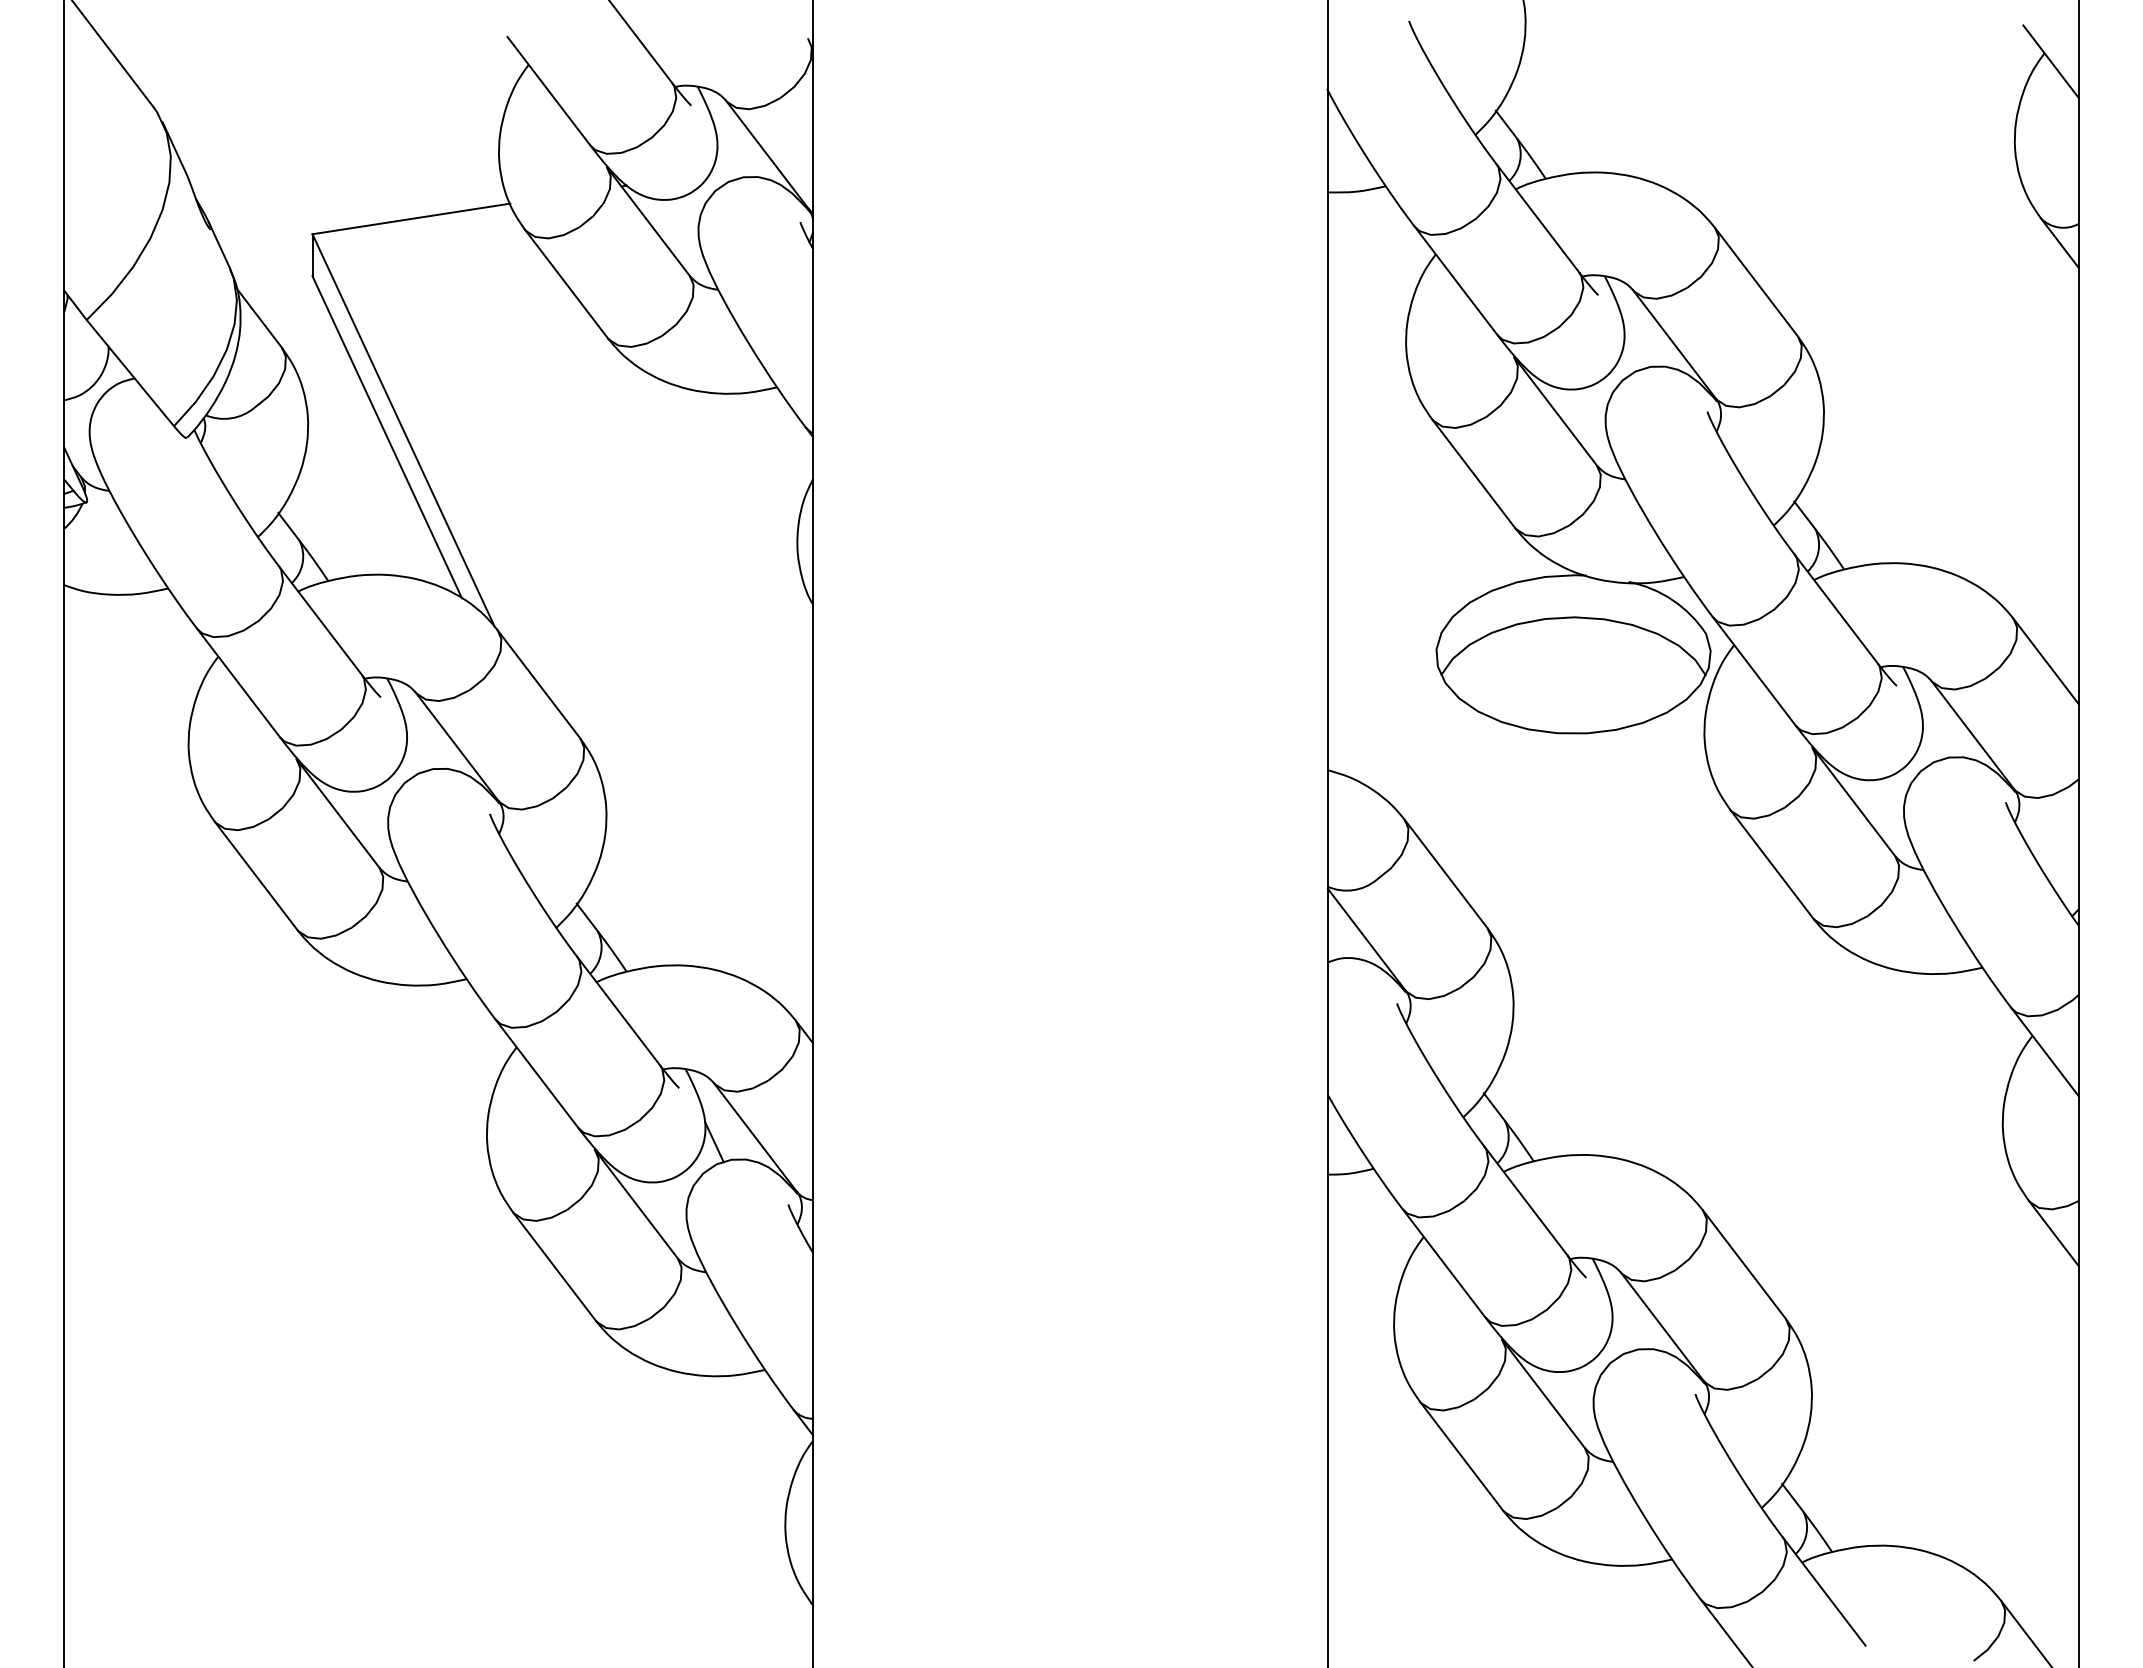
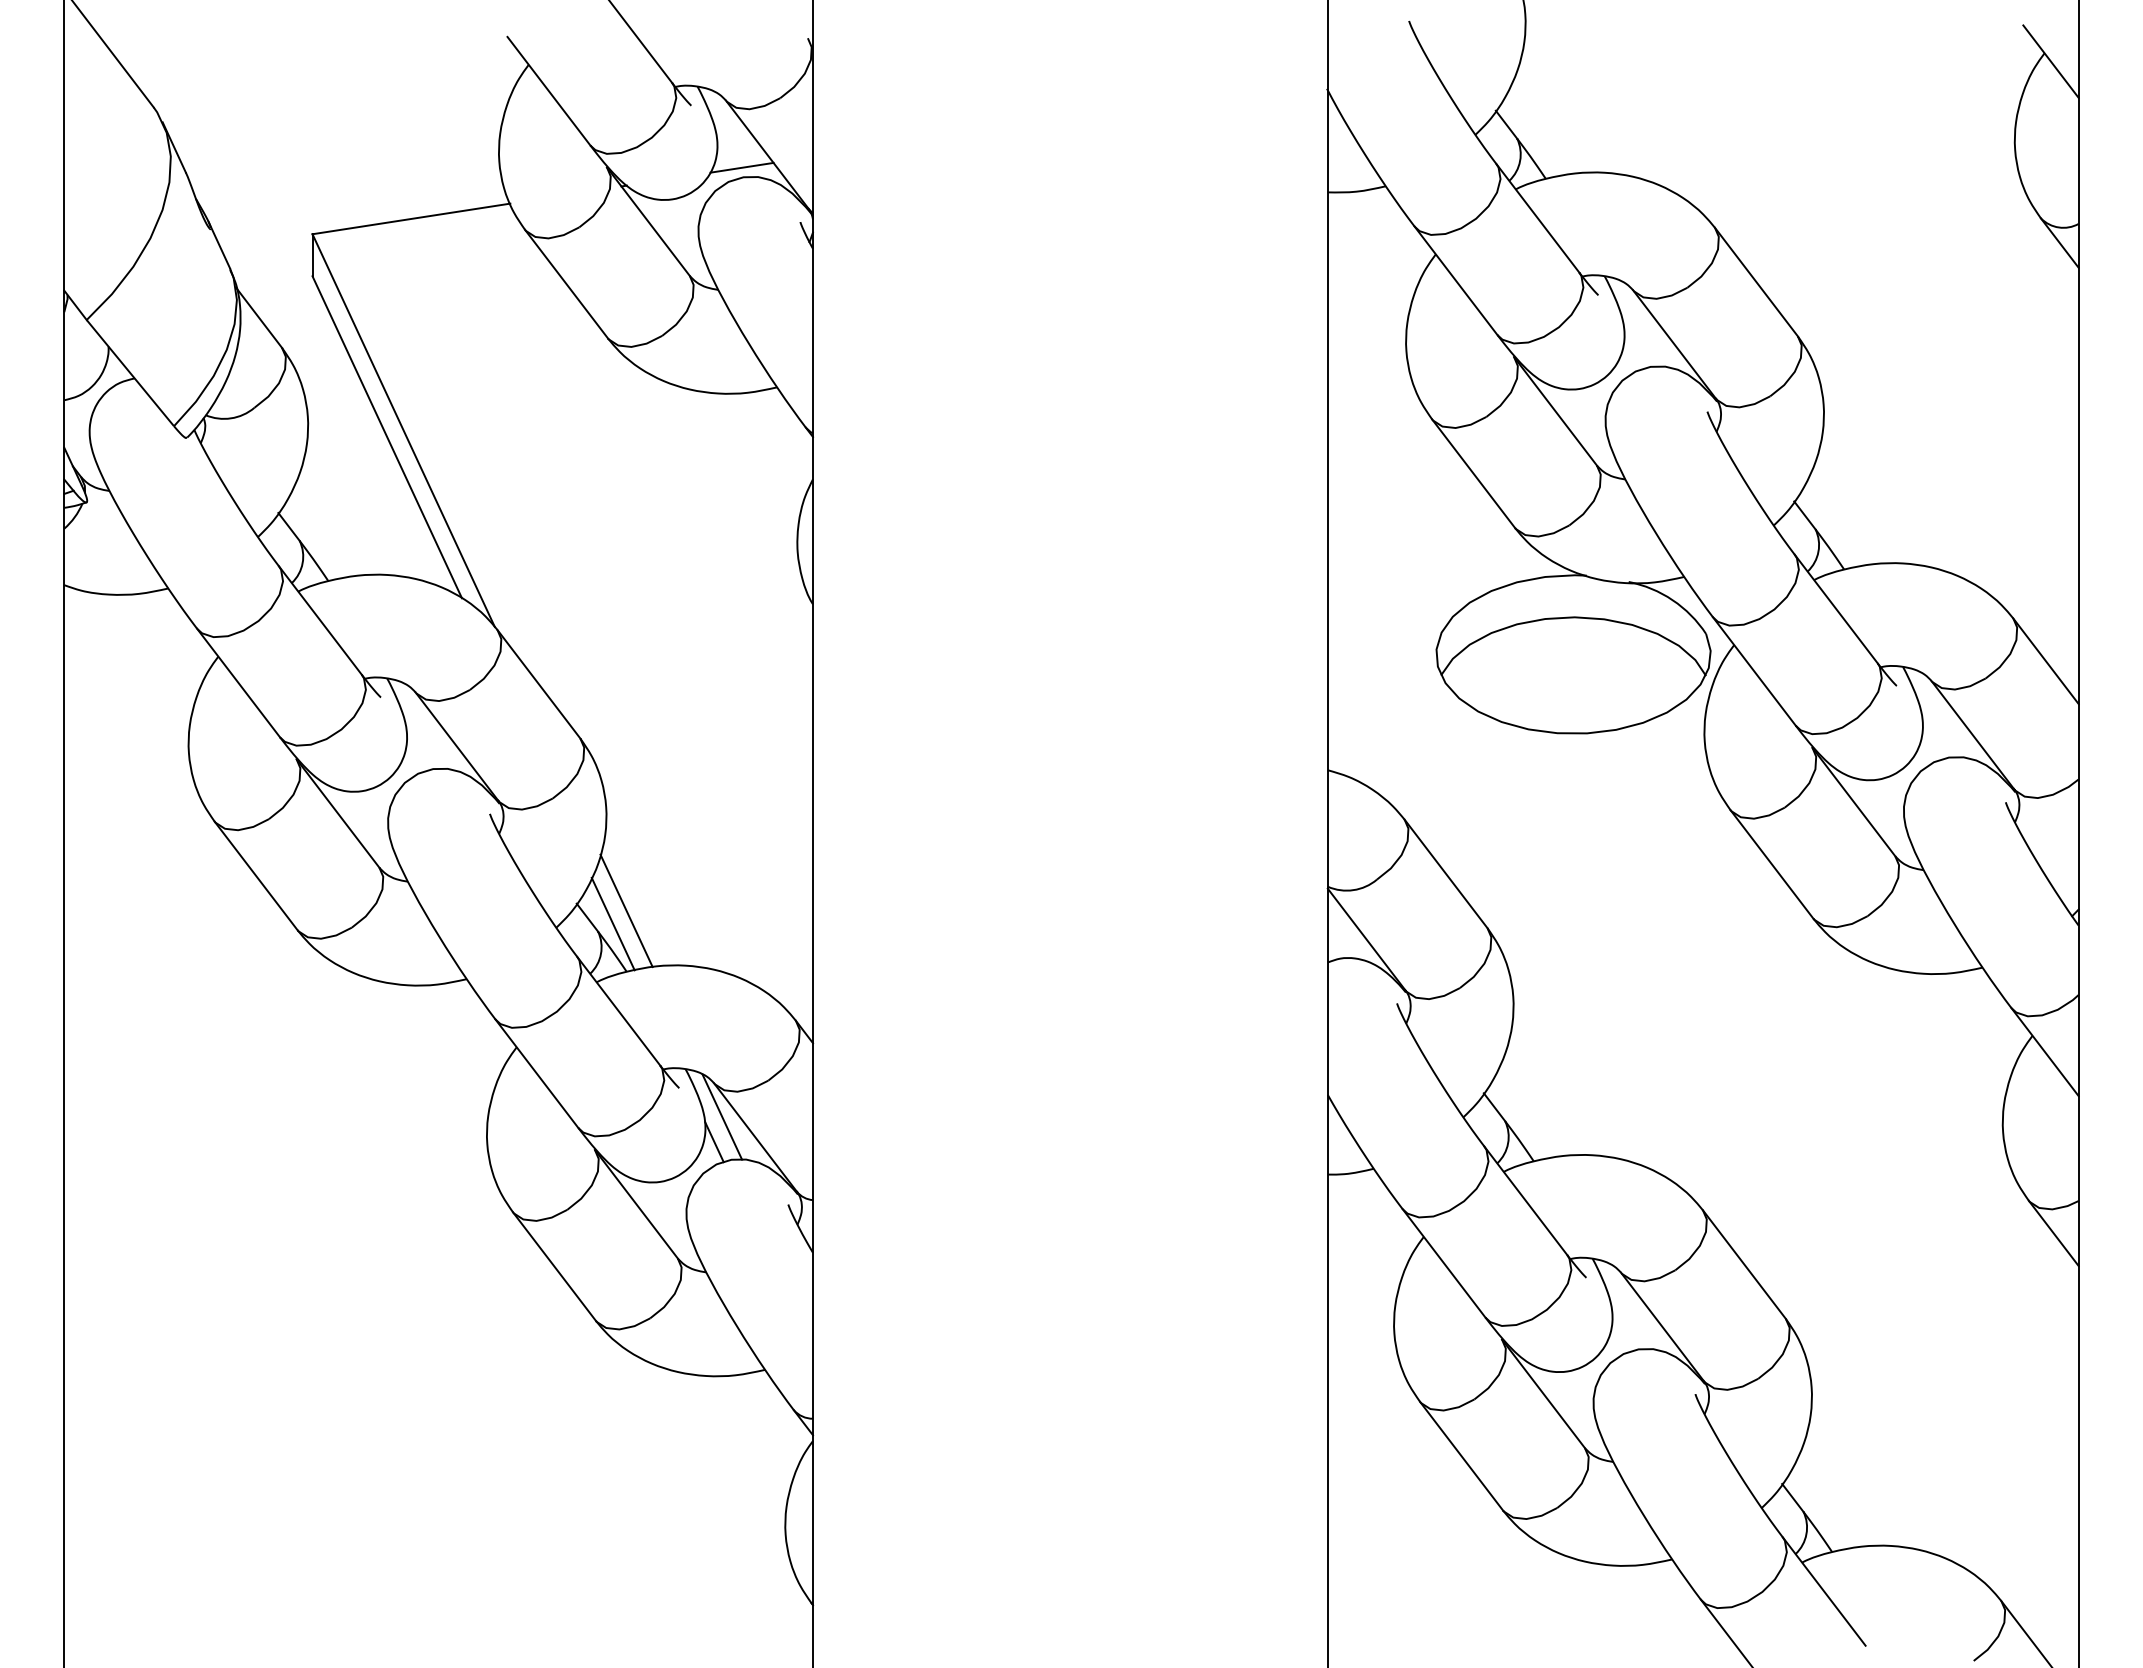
line at (741, 167): none -> present
line at (626, 910): none -> present
line at (612, 923): none -> present
line at (722, 1116): none -> present
